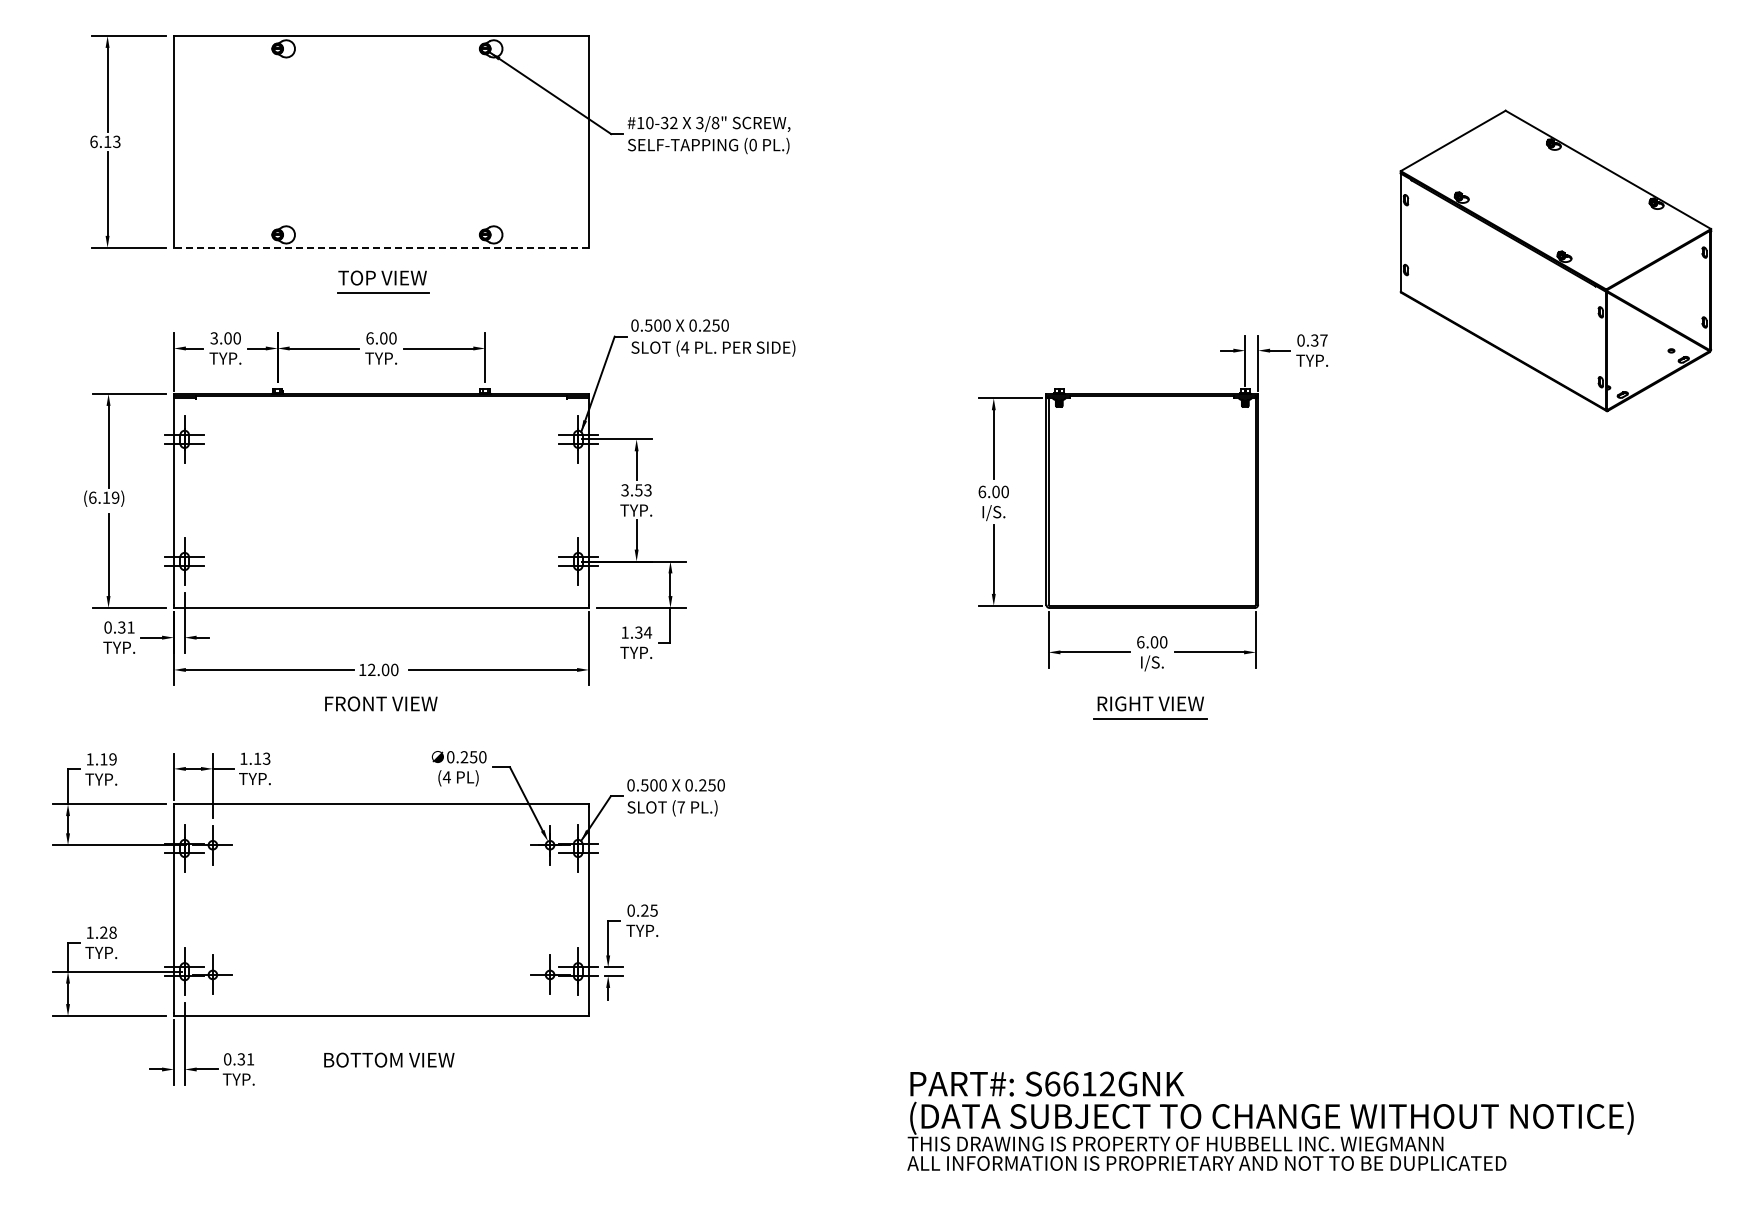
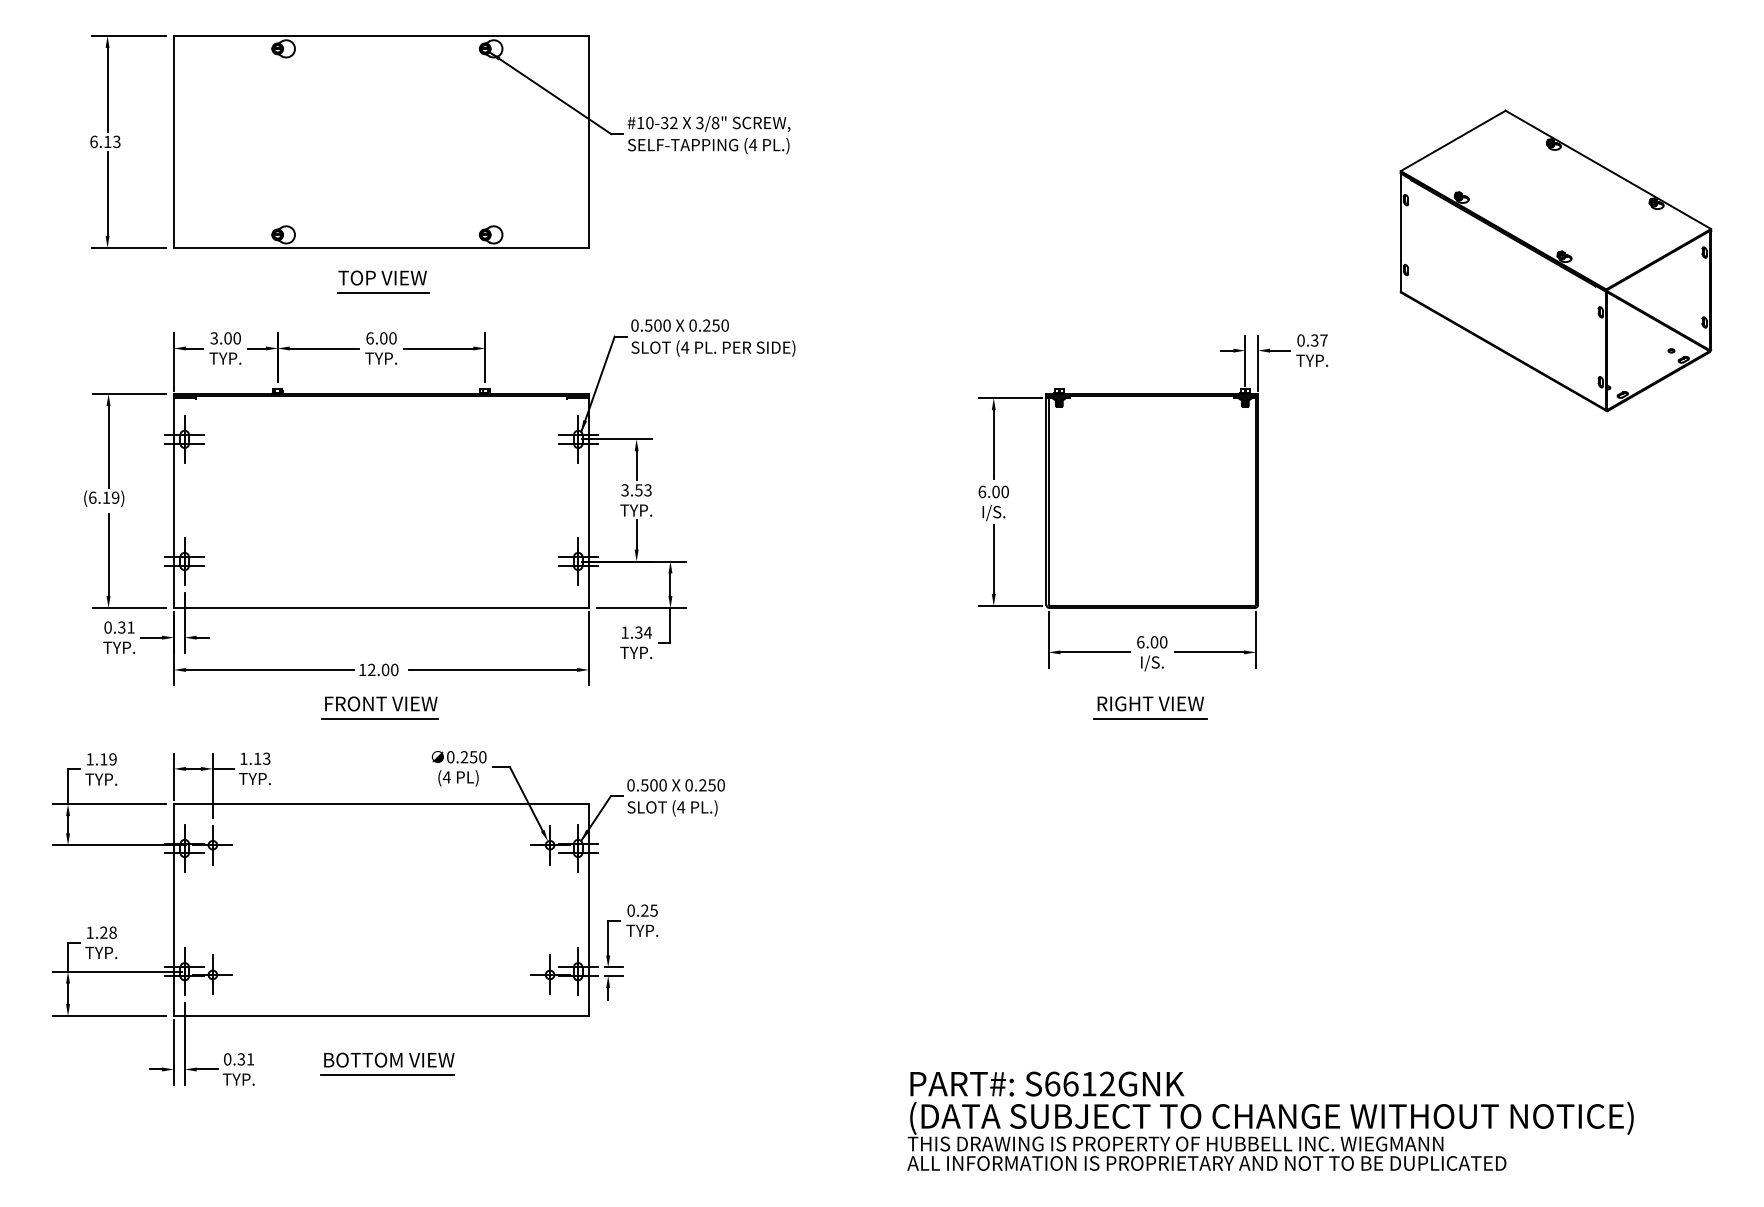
text at (753, 144): (0 -> (4
line at (381, 247): dashed -> solid
line at (379, 718): none -> present
text at (681, 807): (7 -> (4
line at (387, 1074): none -> present
